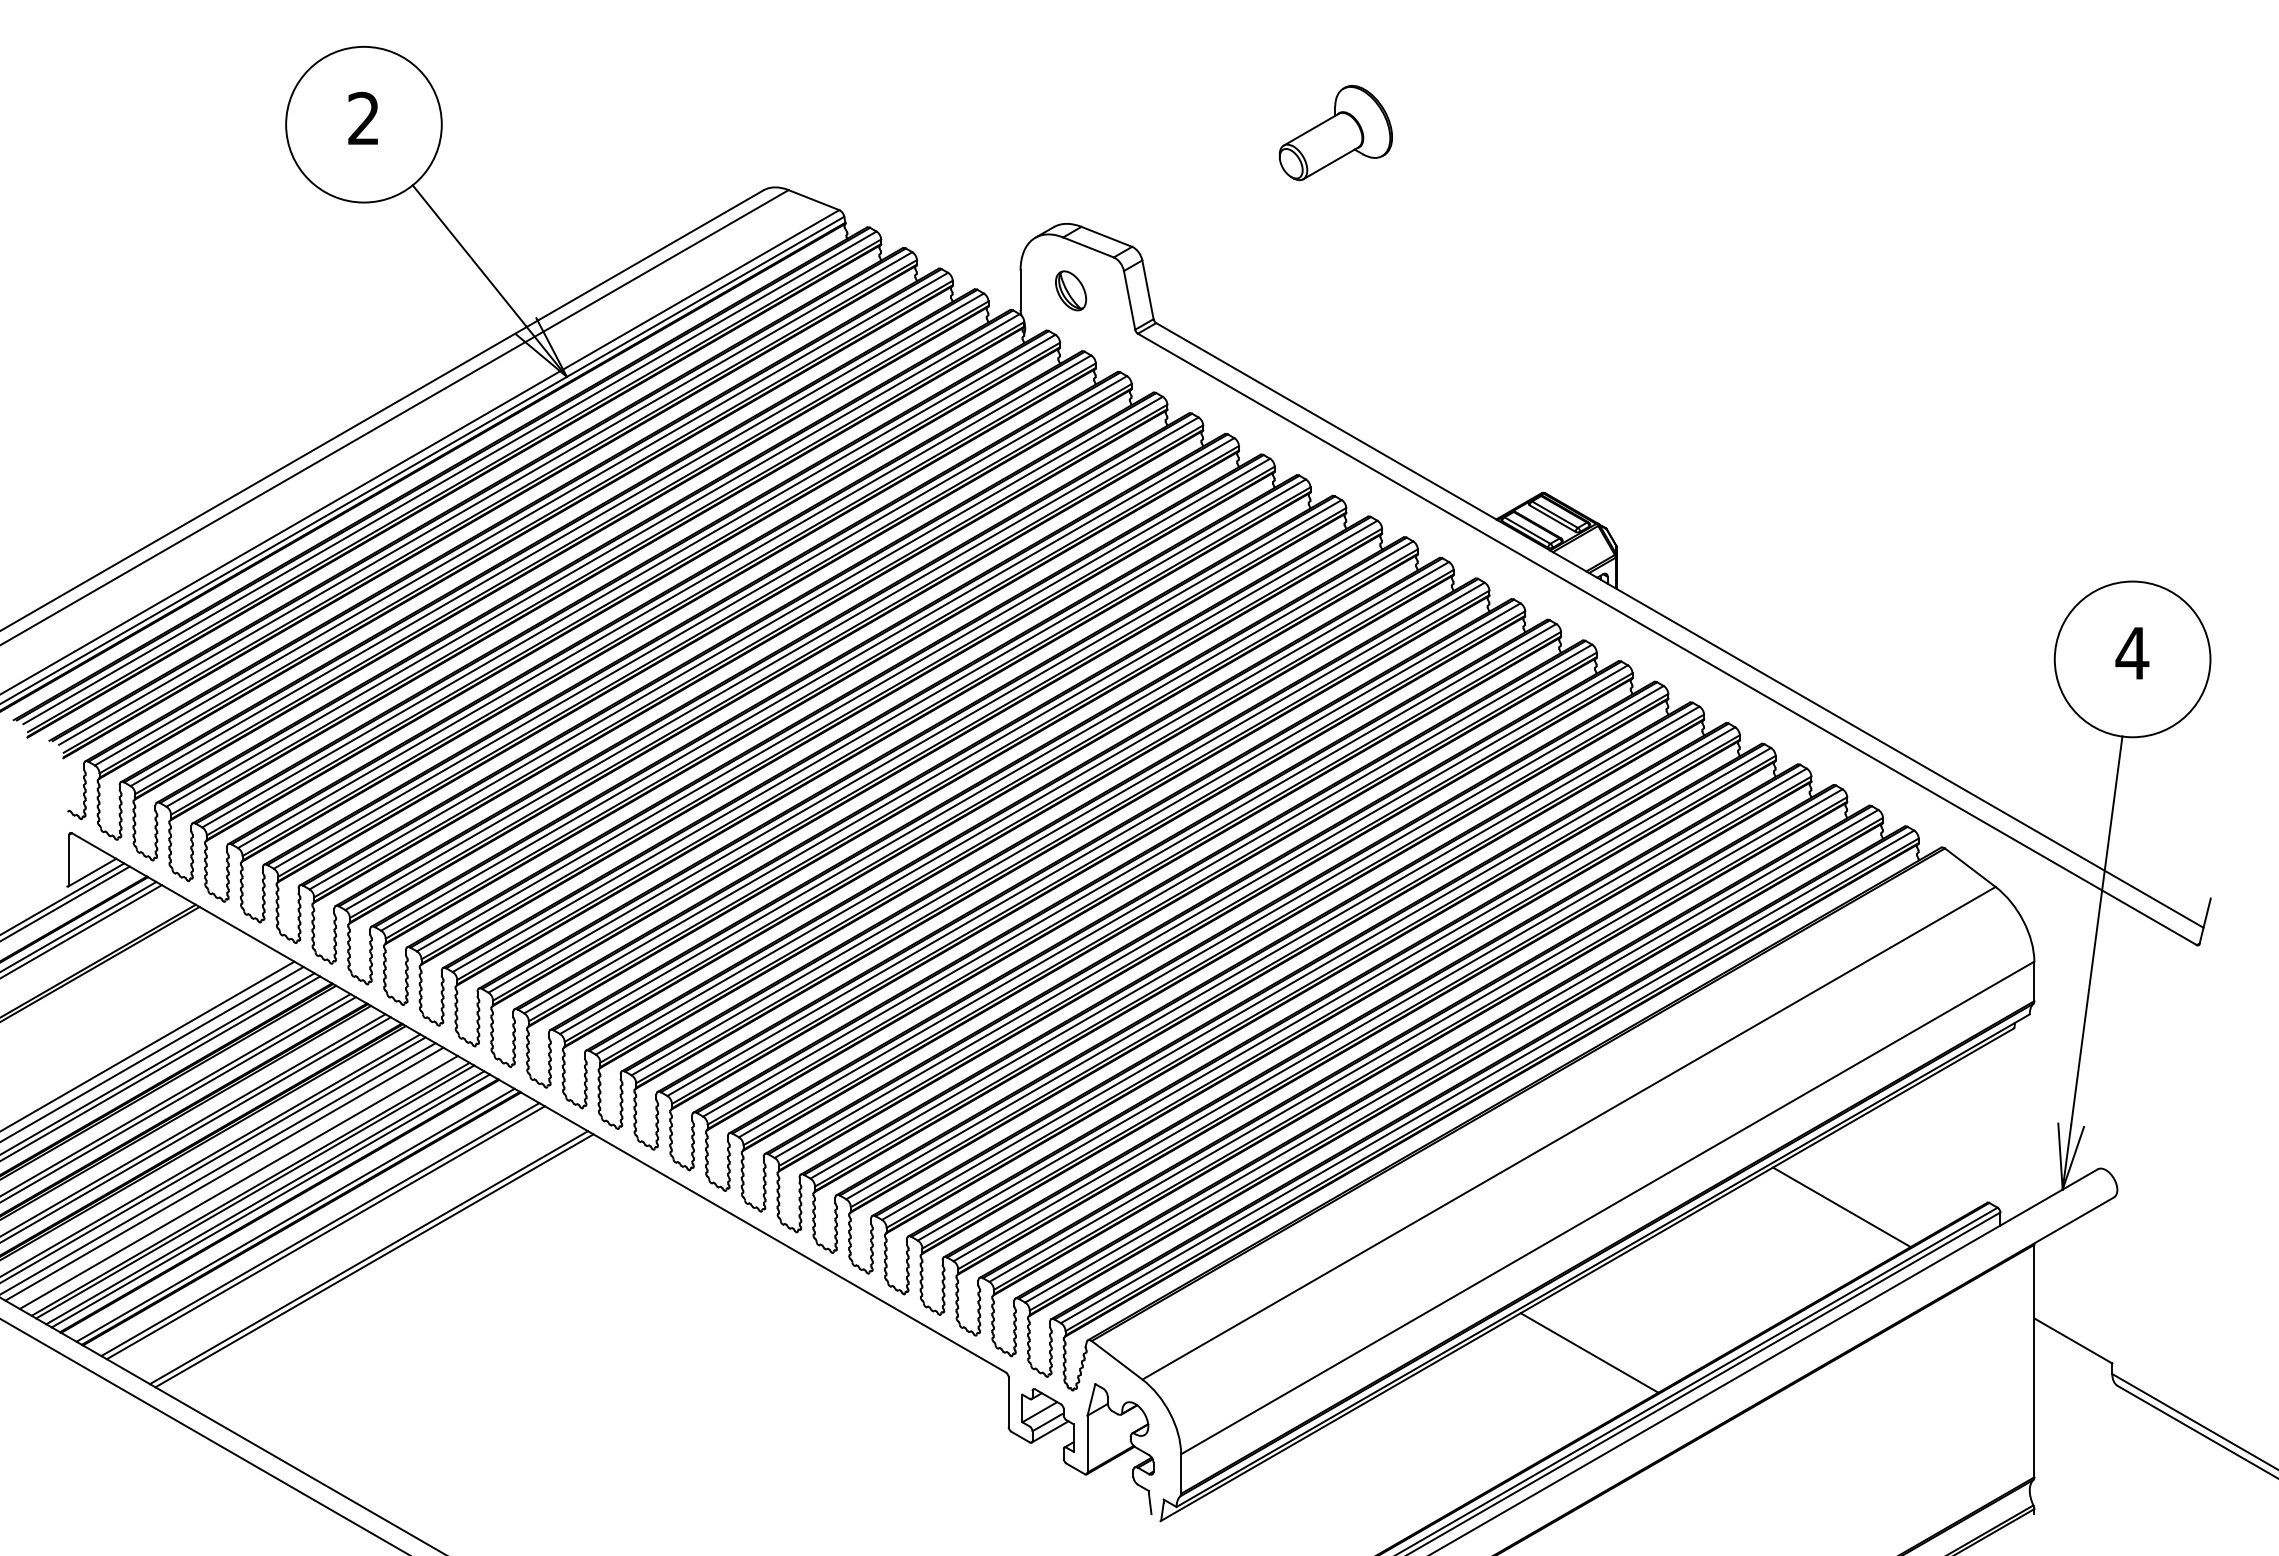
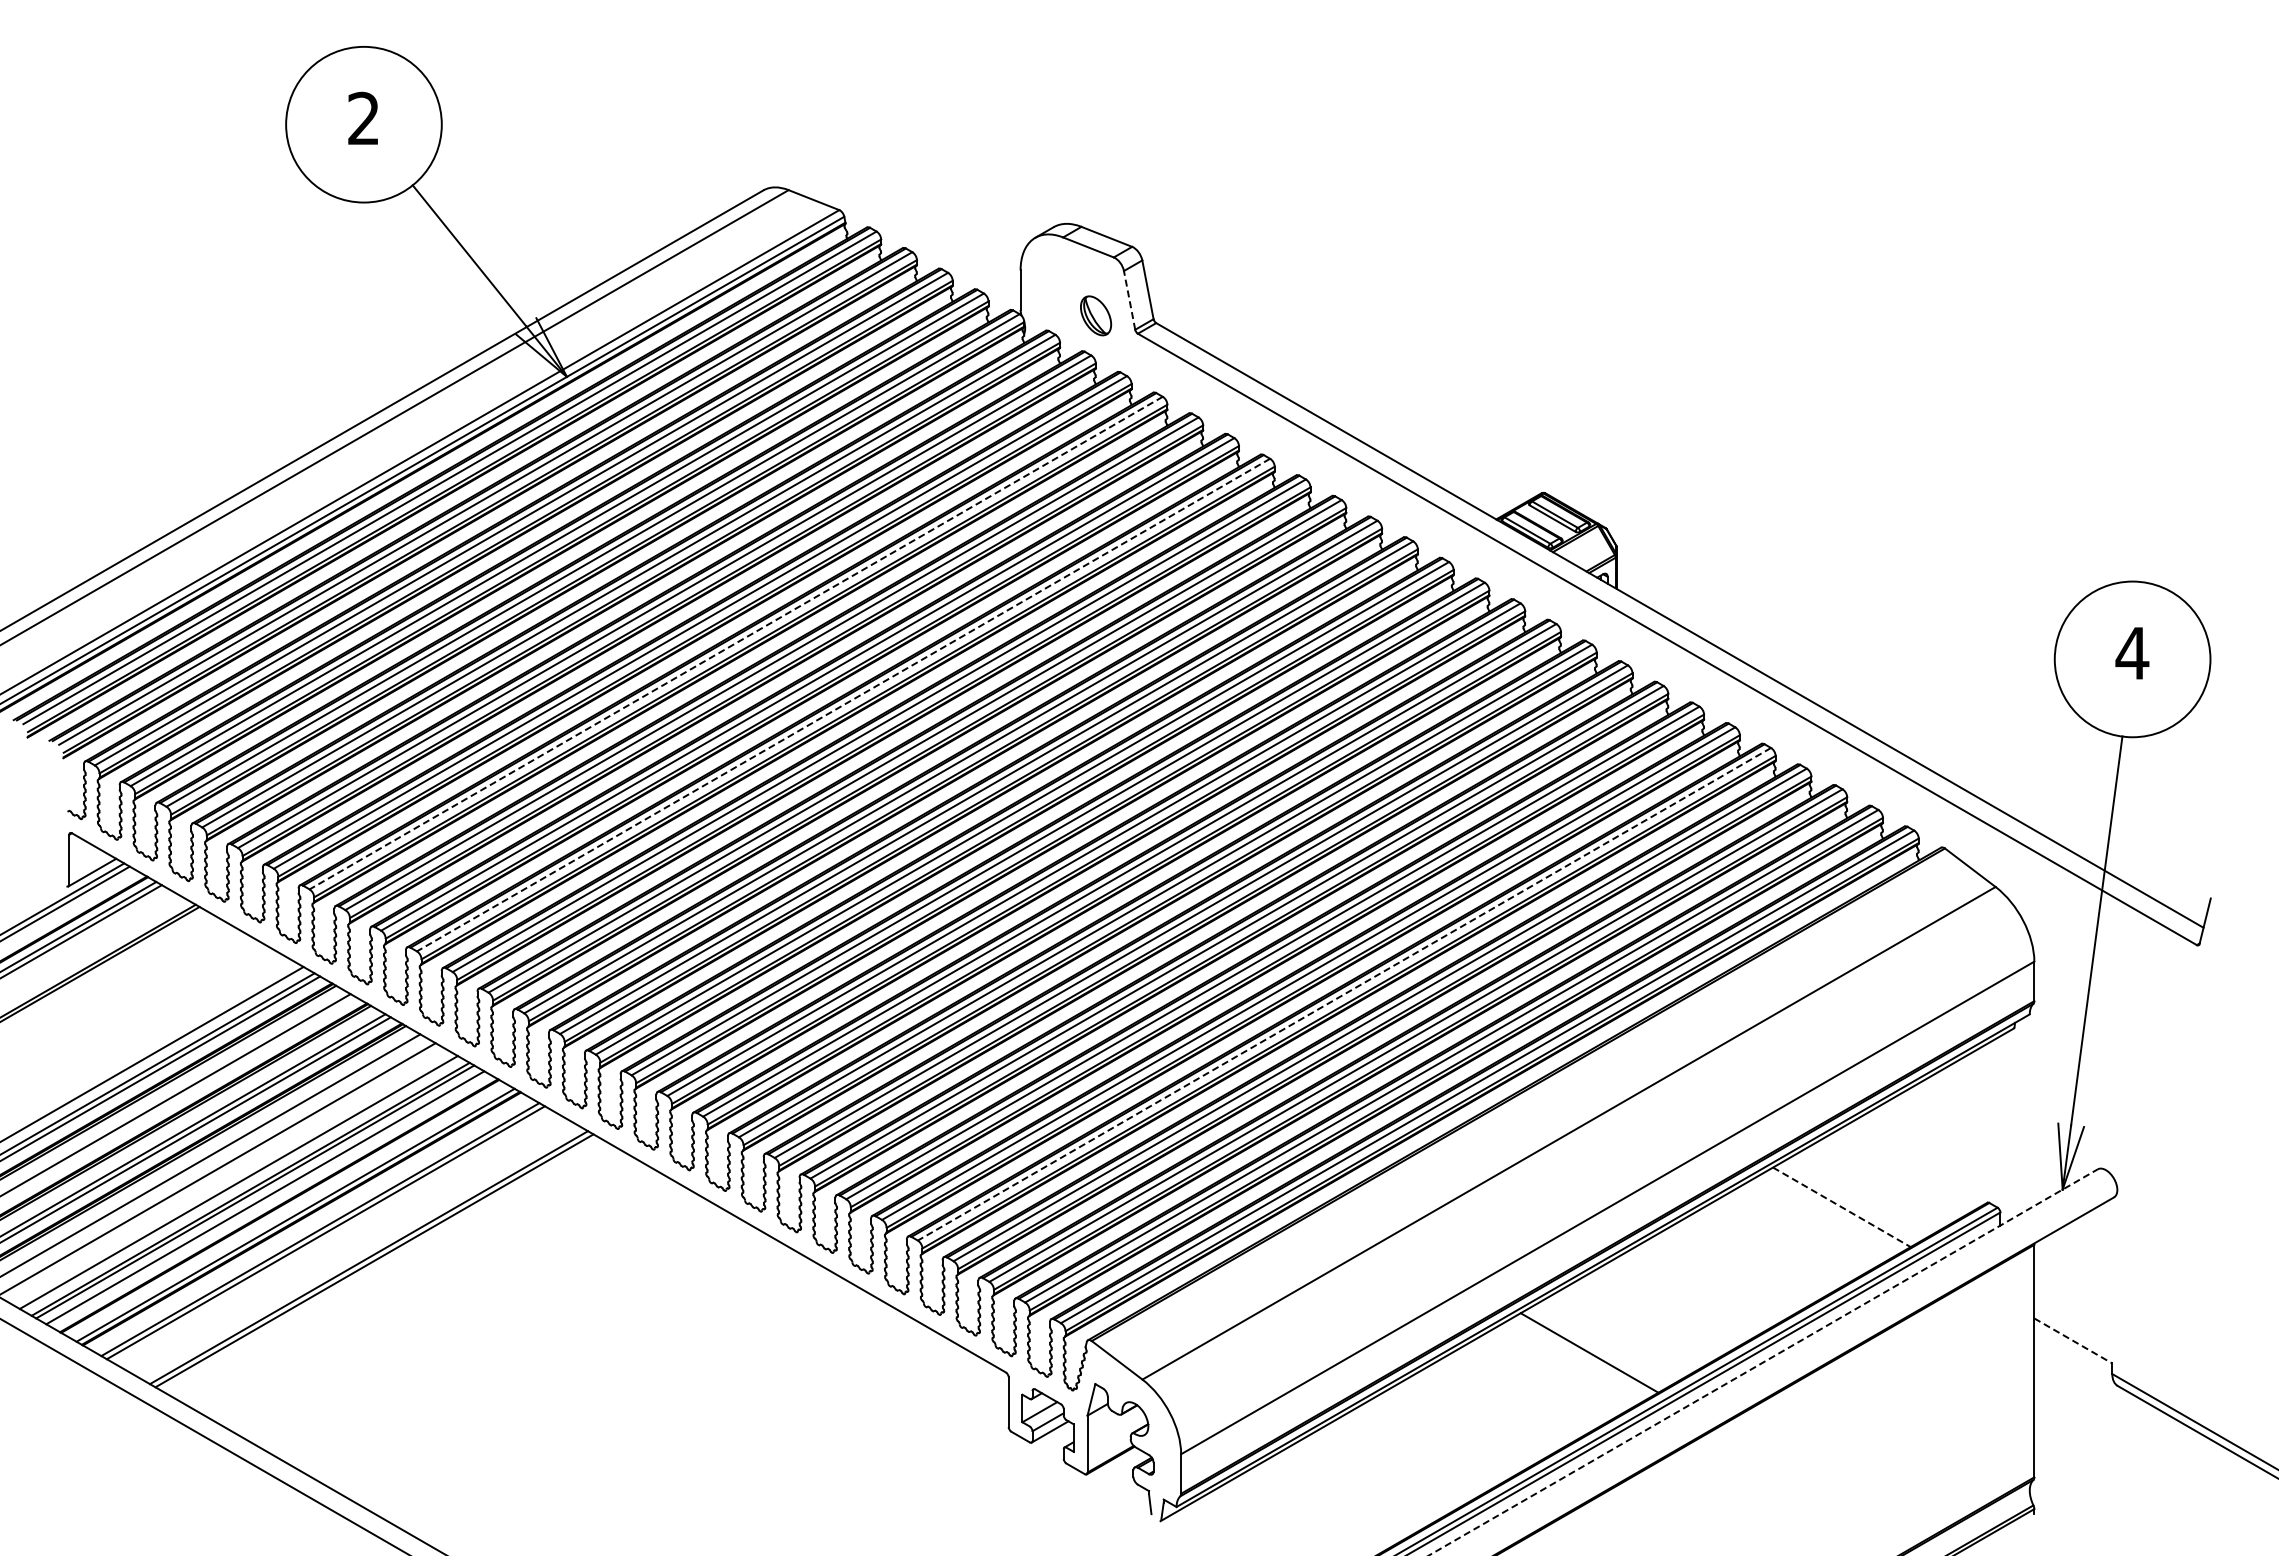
part at (1335, 133): present -> none
part at (1071, 290) position: (1071, 290) -> (1096, 315)
line at (1129, 300): solid -> dashed
line at (736, 643): solid -> dashed
line at (843, 705): solid -> dashed
line at (1344, 994): solid -> dashed
line at (148, 1045): present -> none
line at (178, 1099): present -> none
line at (213, 1159): present -> none
line at (224, 1173): present -> none
line at (270, 1200): present -> none
line at (1841, 1207): solid -> dashed
line at (2073, 1341): solid -> dashed
line at (1763, 1362): solid -> dashed
